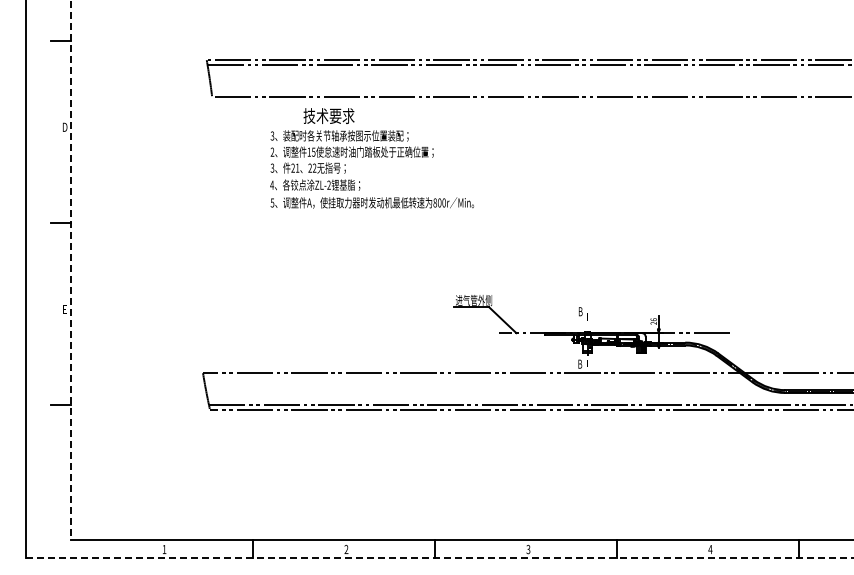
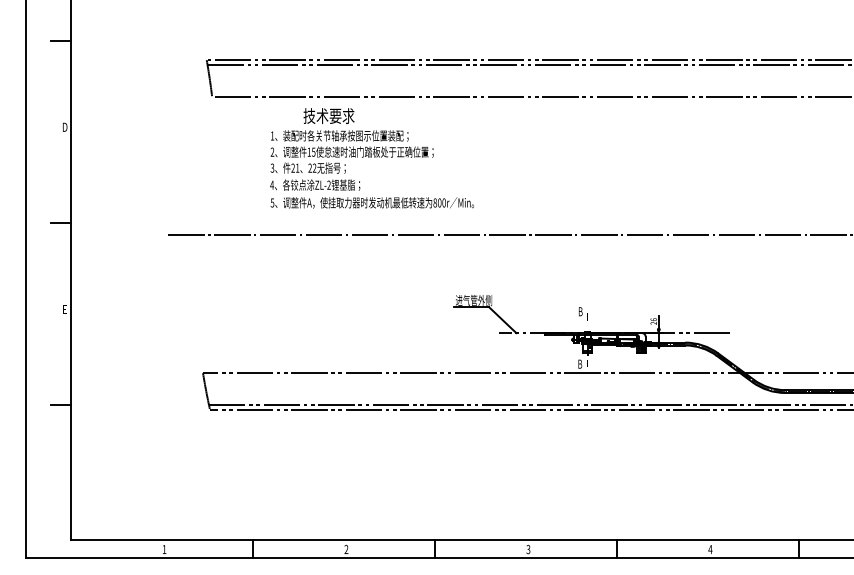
text at (272, 135): 3 -> 1
line at (509, 234): none -> present
line at (71, 270): dashed -> solid
line at (439, 557): dashed -> solid
